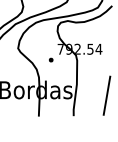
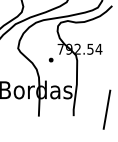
line at (106, 95) position: (106, 95) -> (106, 109)
